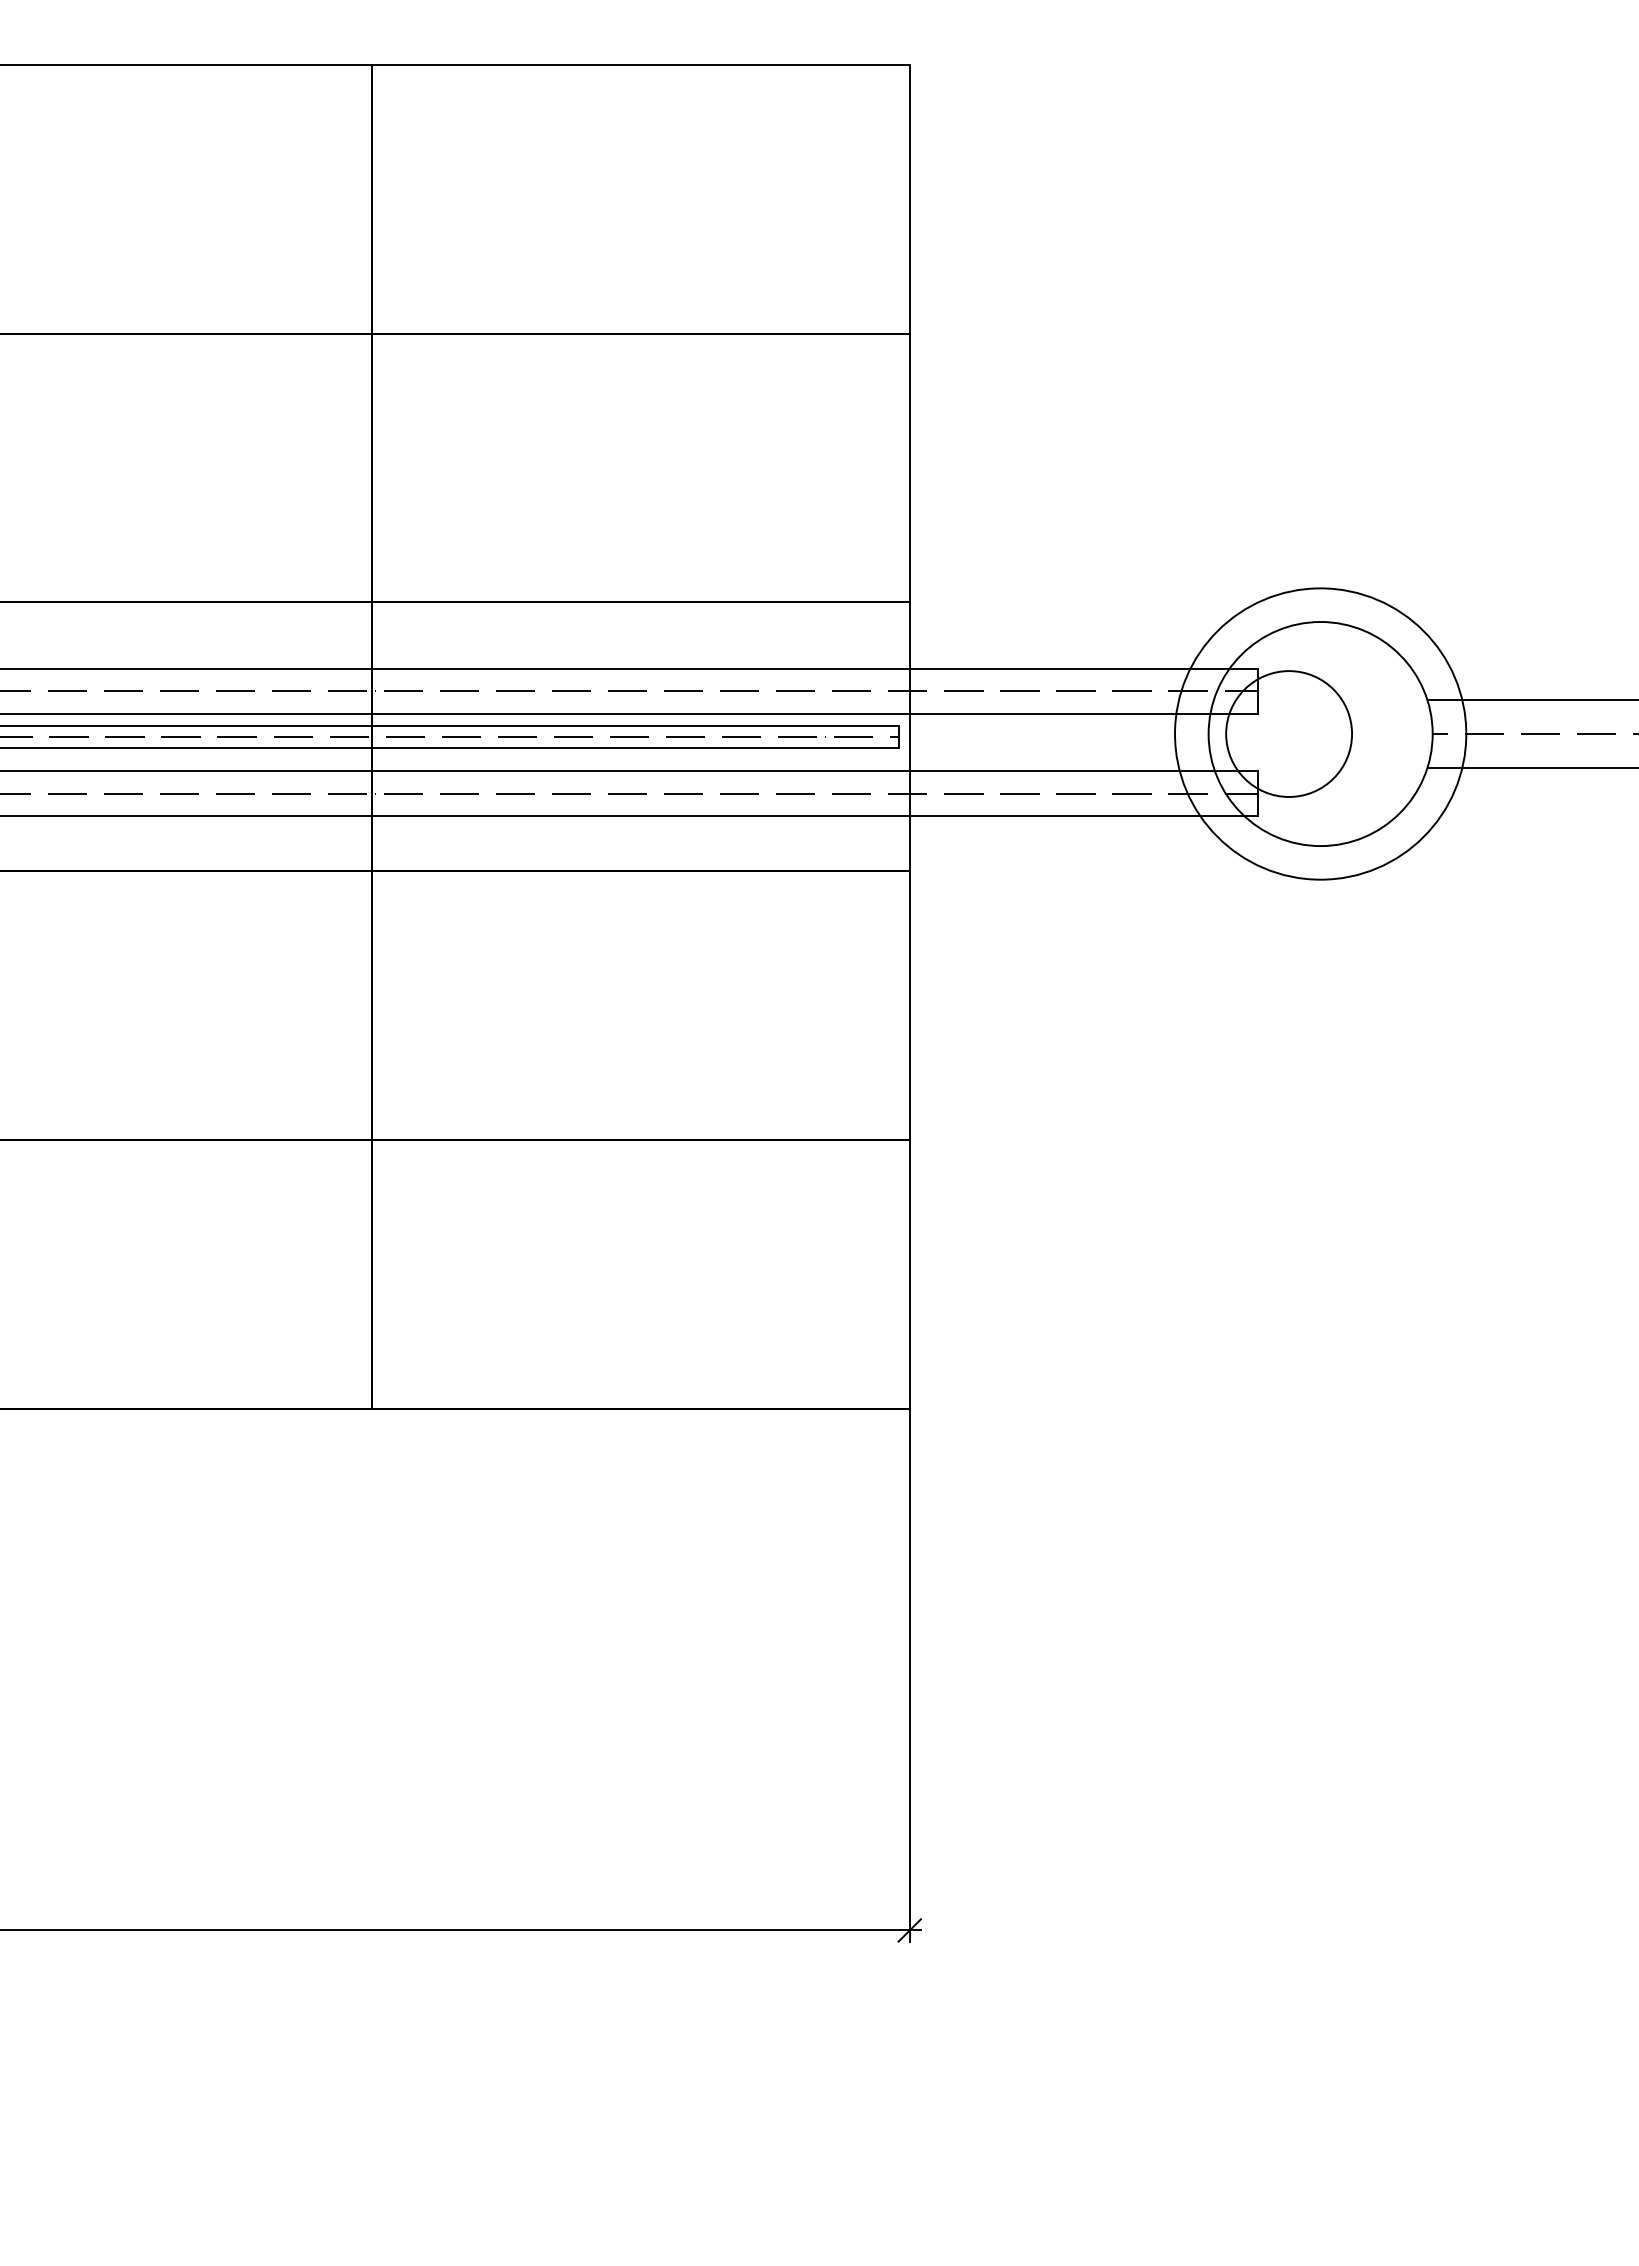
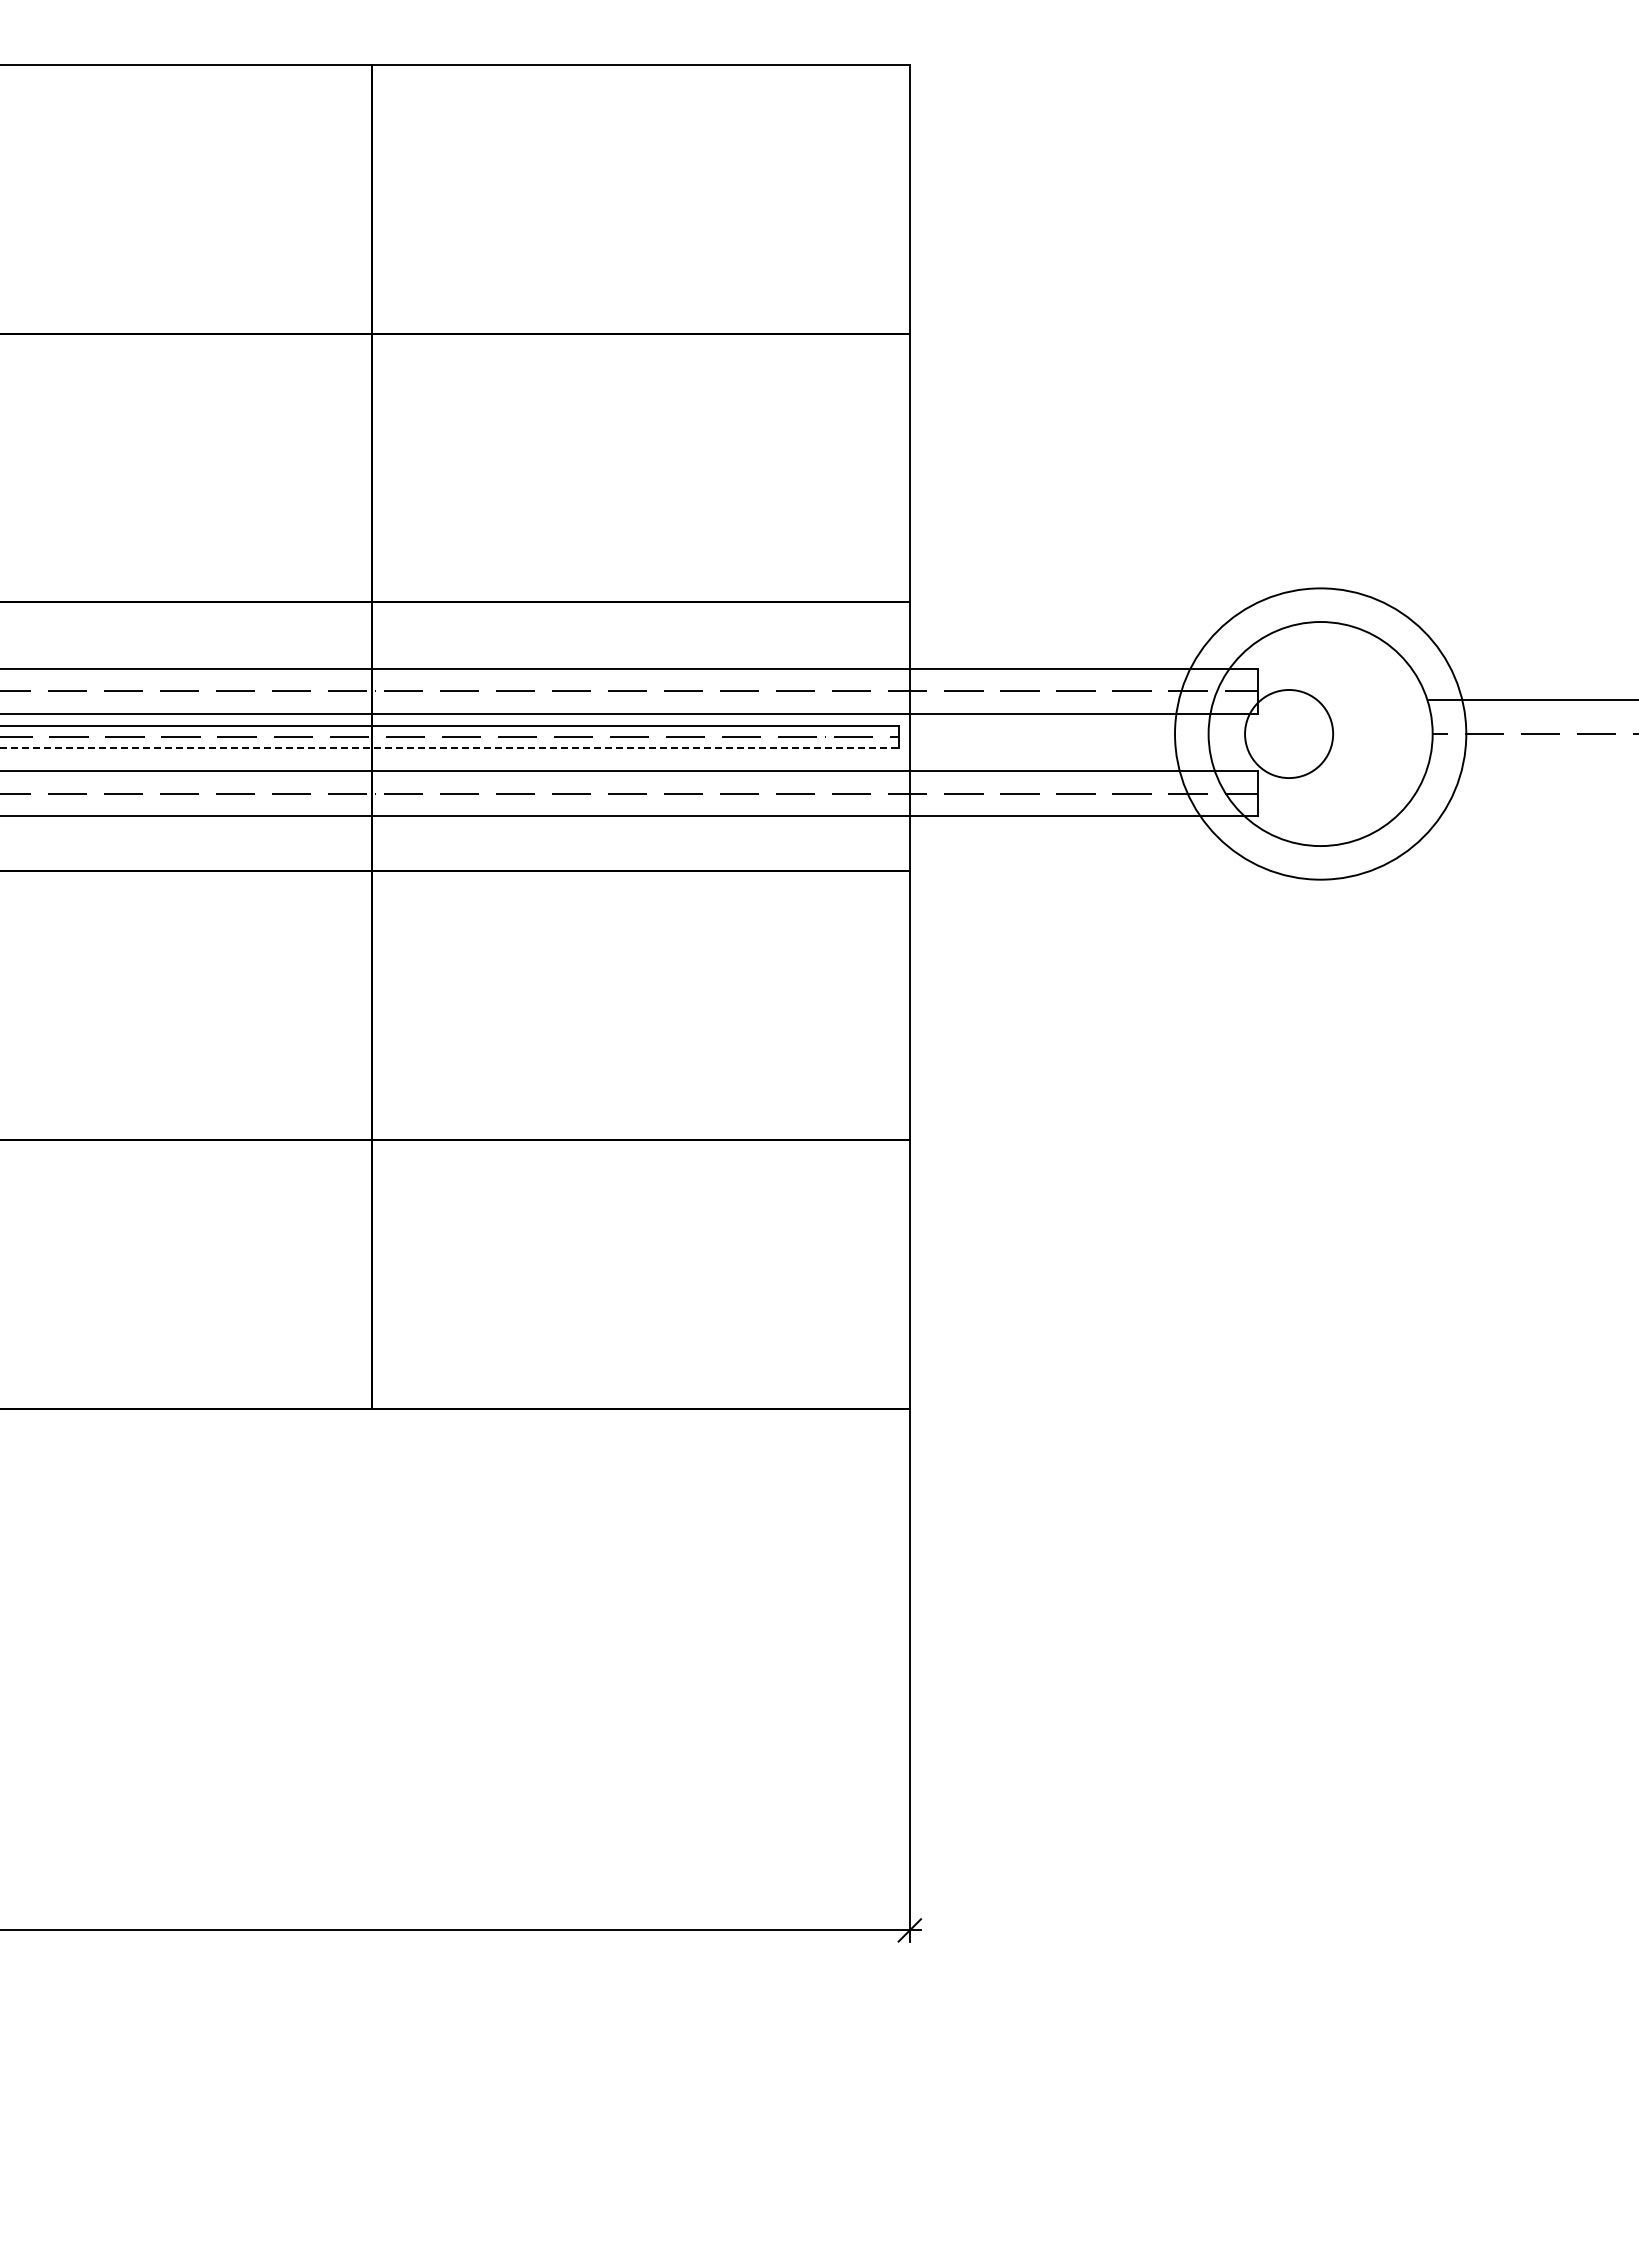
circle at (1289, 733) diameter: 126 px -> 88 px
line at (449, 748): solid -> dashed
line at (1531, 767): present -> none
